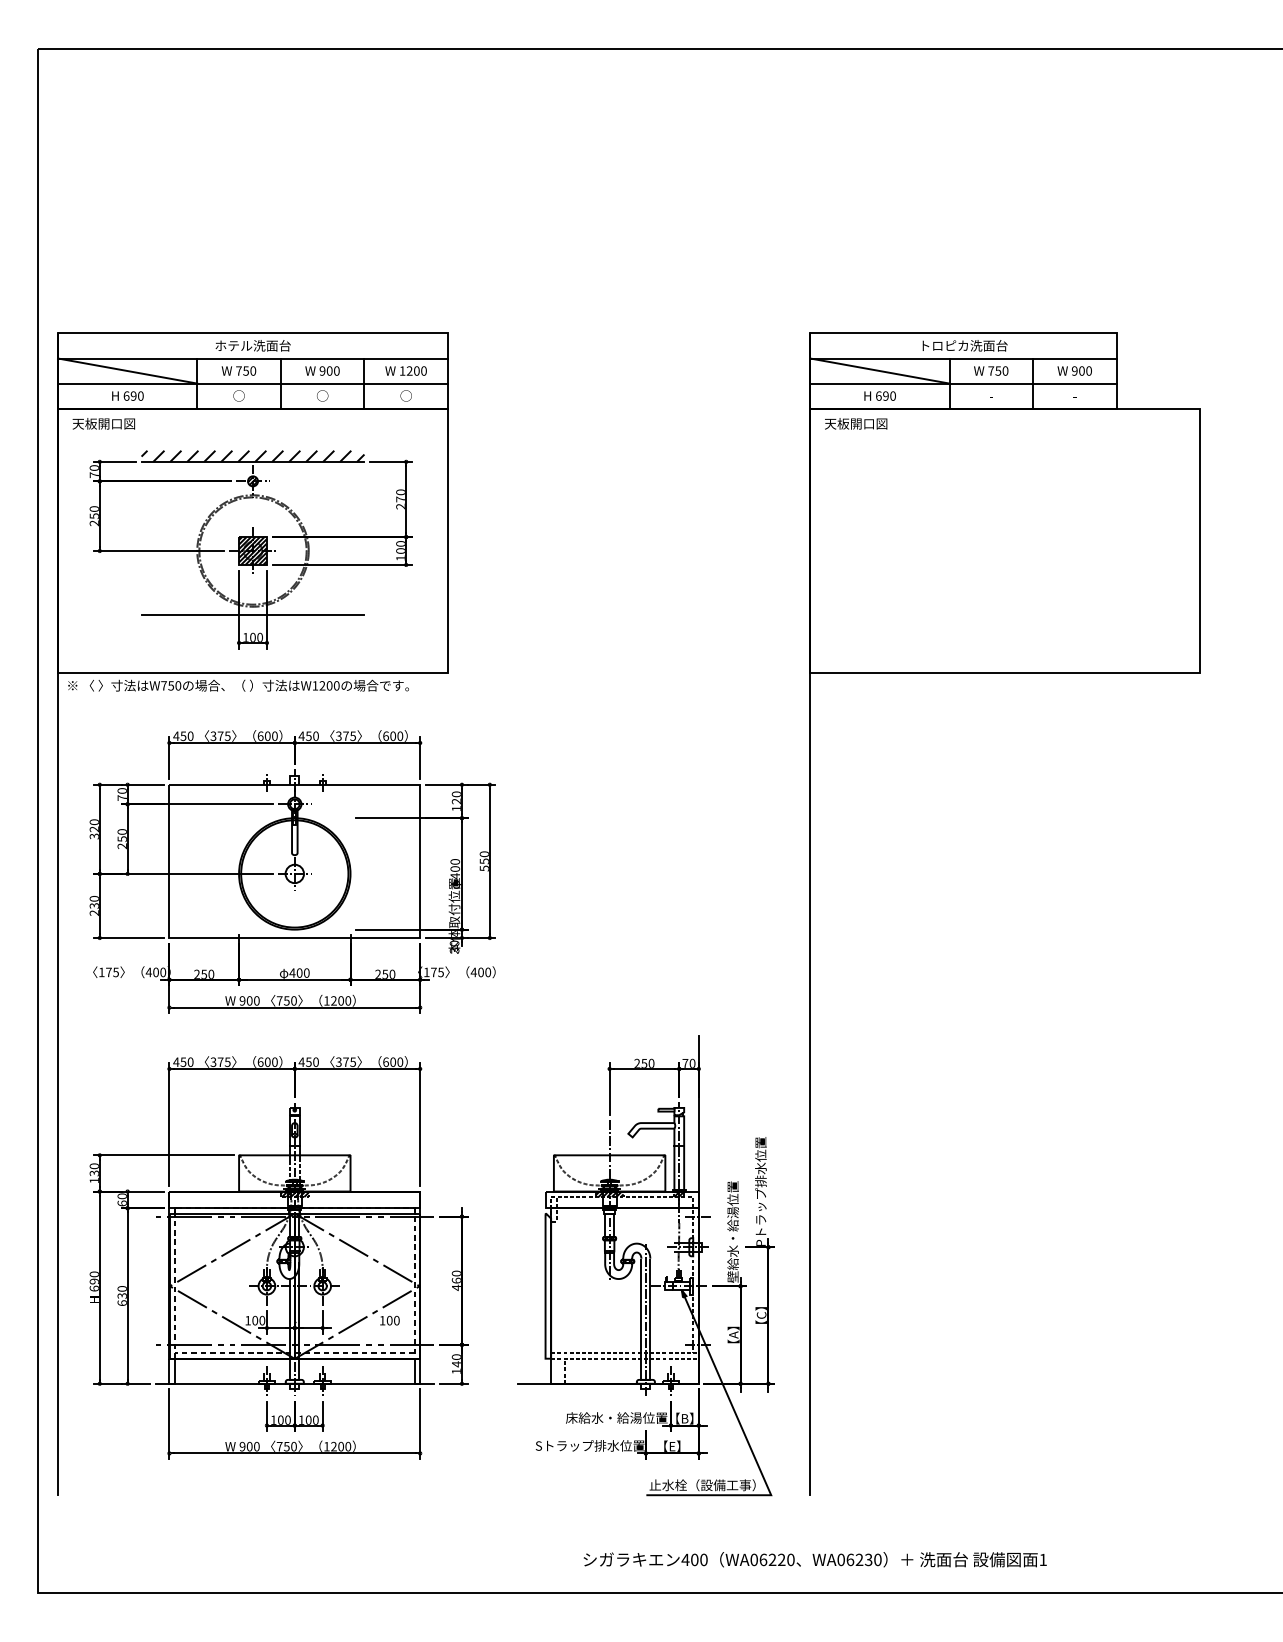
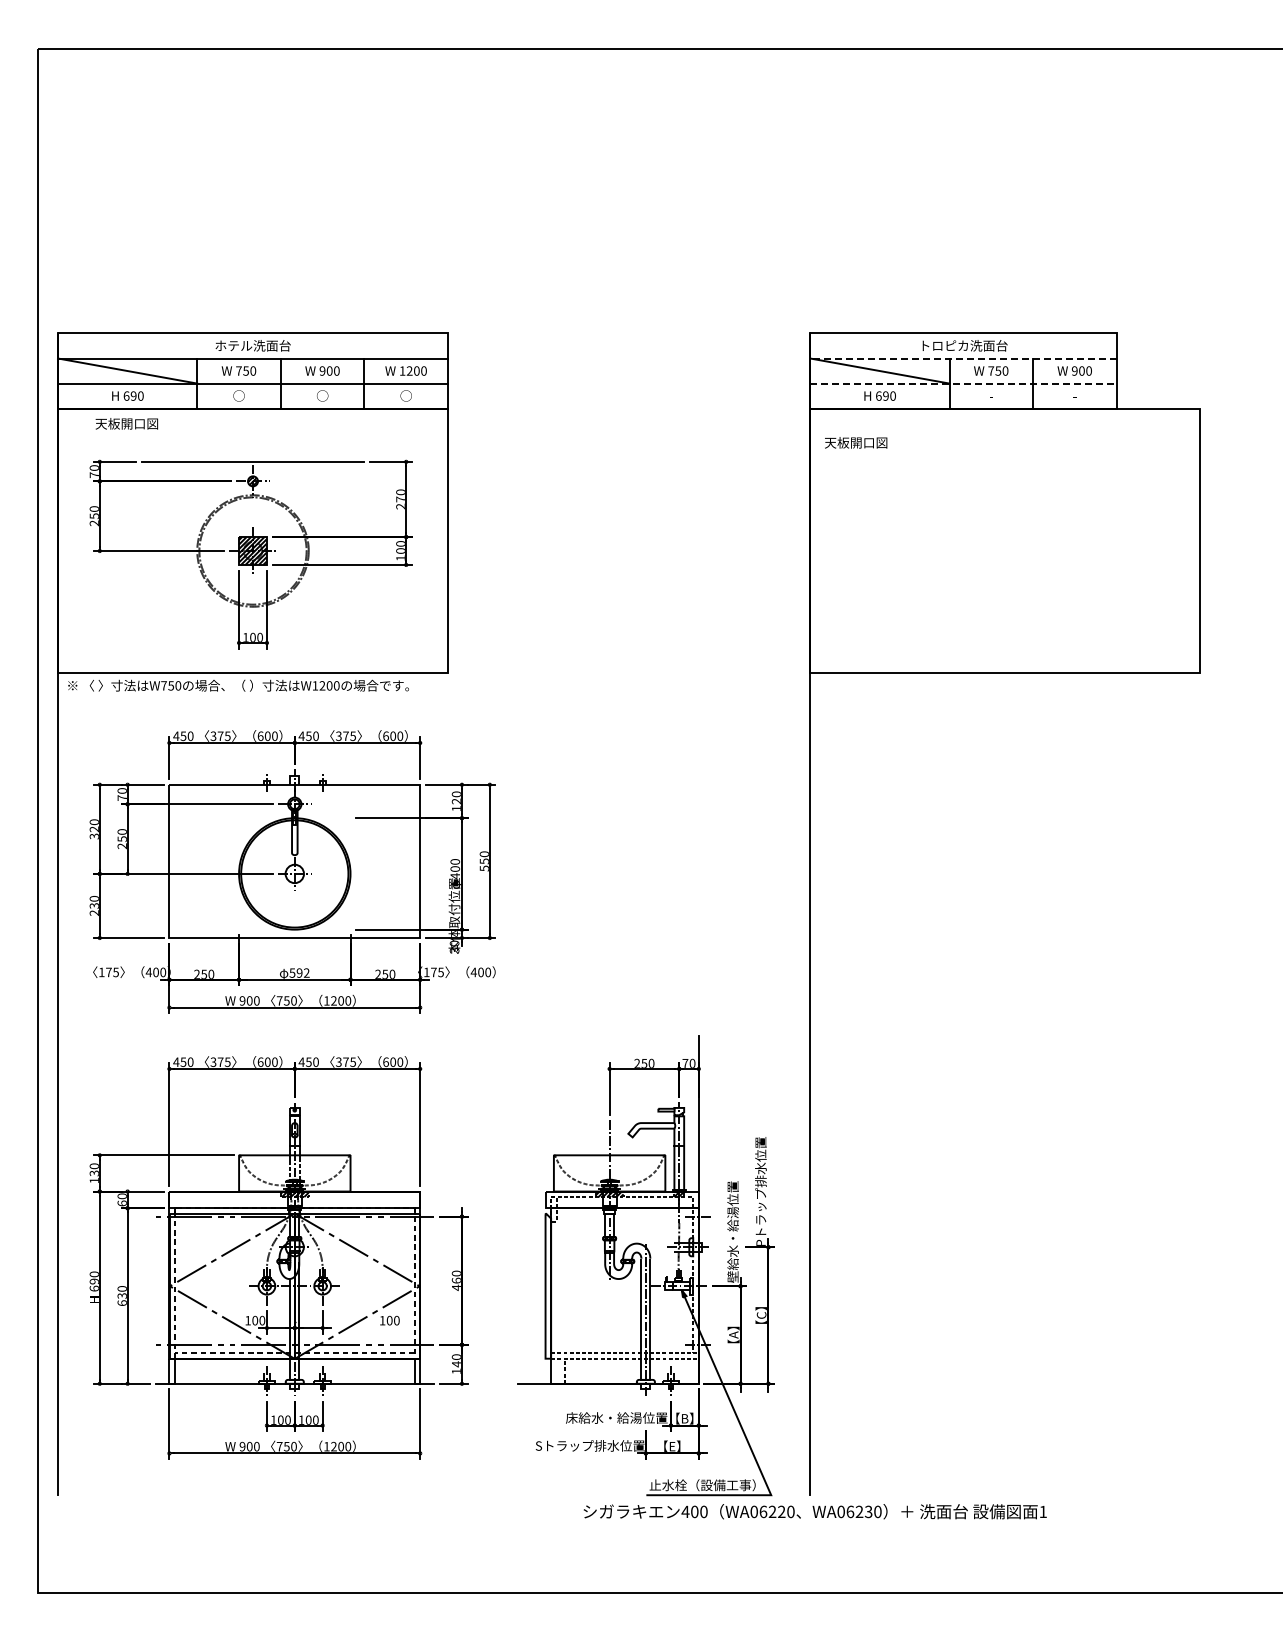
line at (962, 358): solid -> dashed
line at (963, 383): solid -> dashed
text at (103, 423) position: (103, 423) -> (126, 423)
text at (856, 423) position: (856, 423) -> (856, 442)
hatch at (252, 455): present -> none
line at (252, 615): present -> none
text at (299, 972): 400 -> 592
text at (814, 1559) position: (814, 1559) -> (814, 1511)
